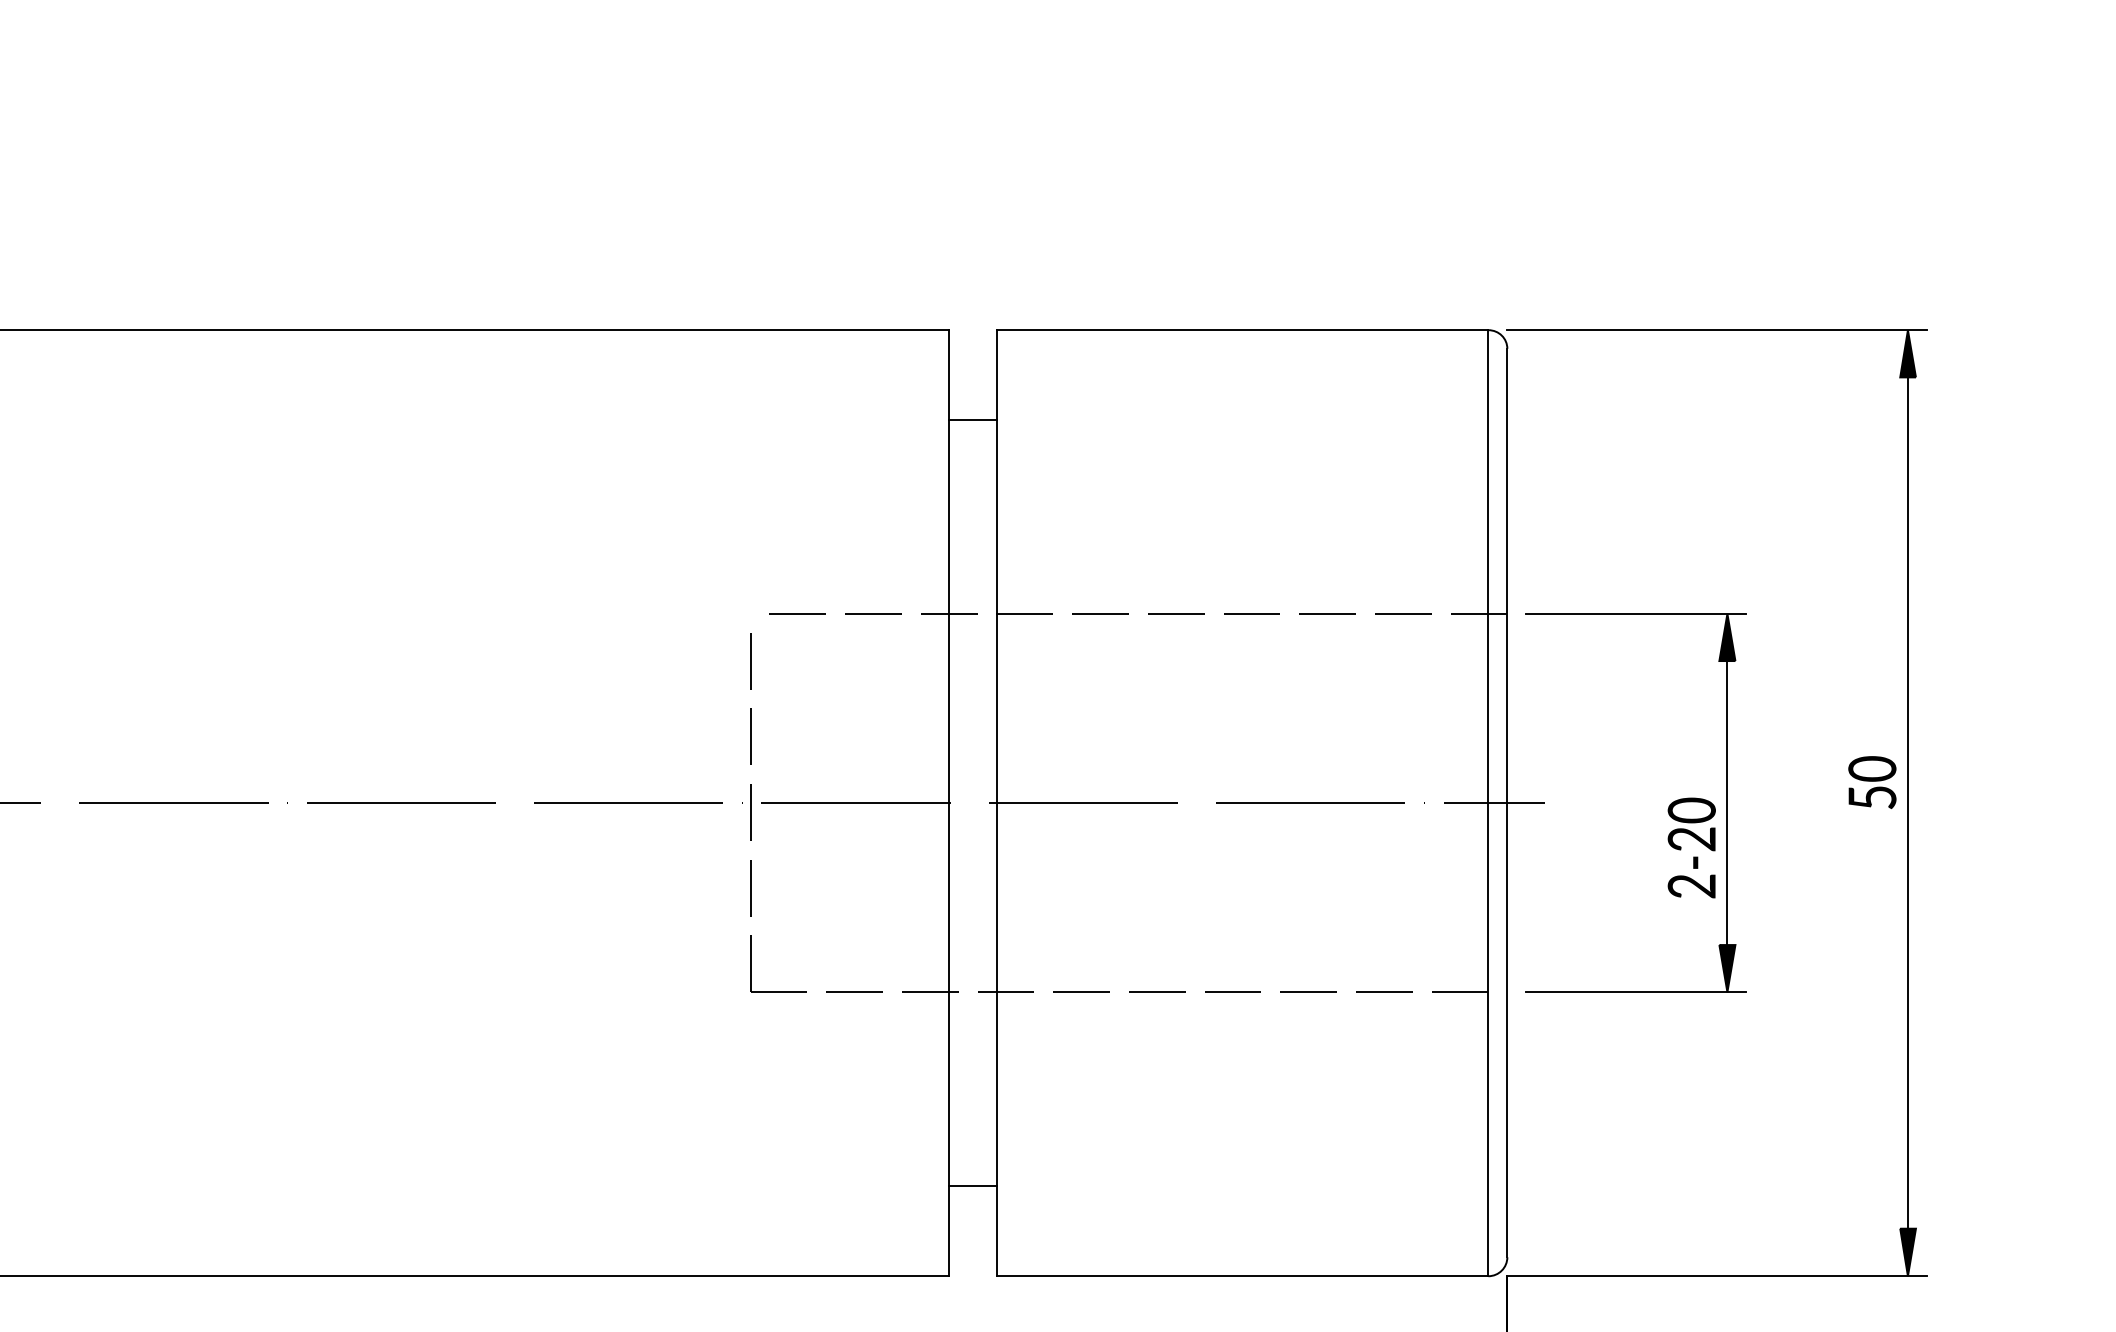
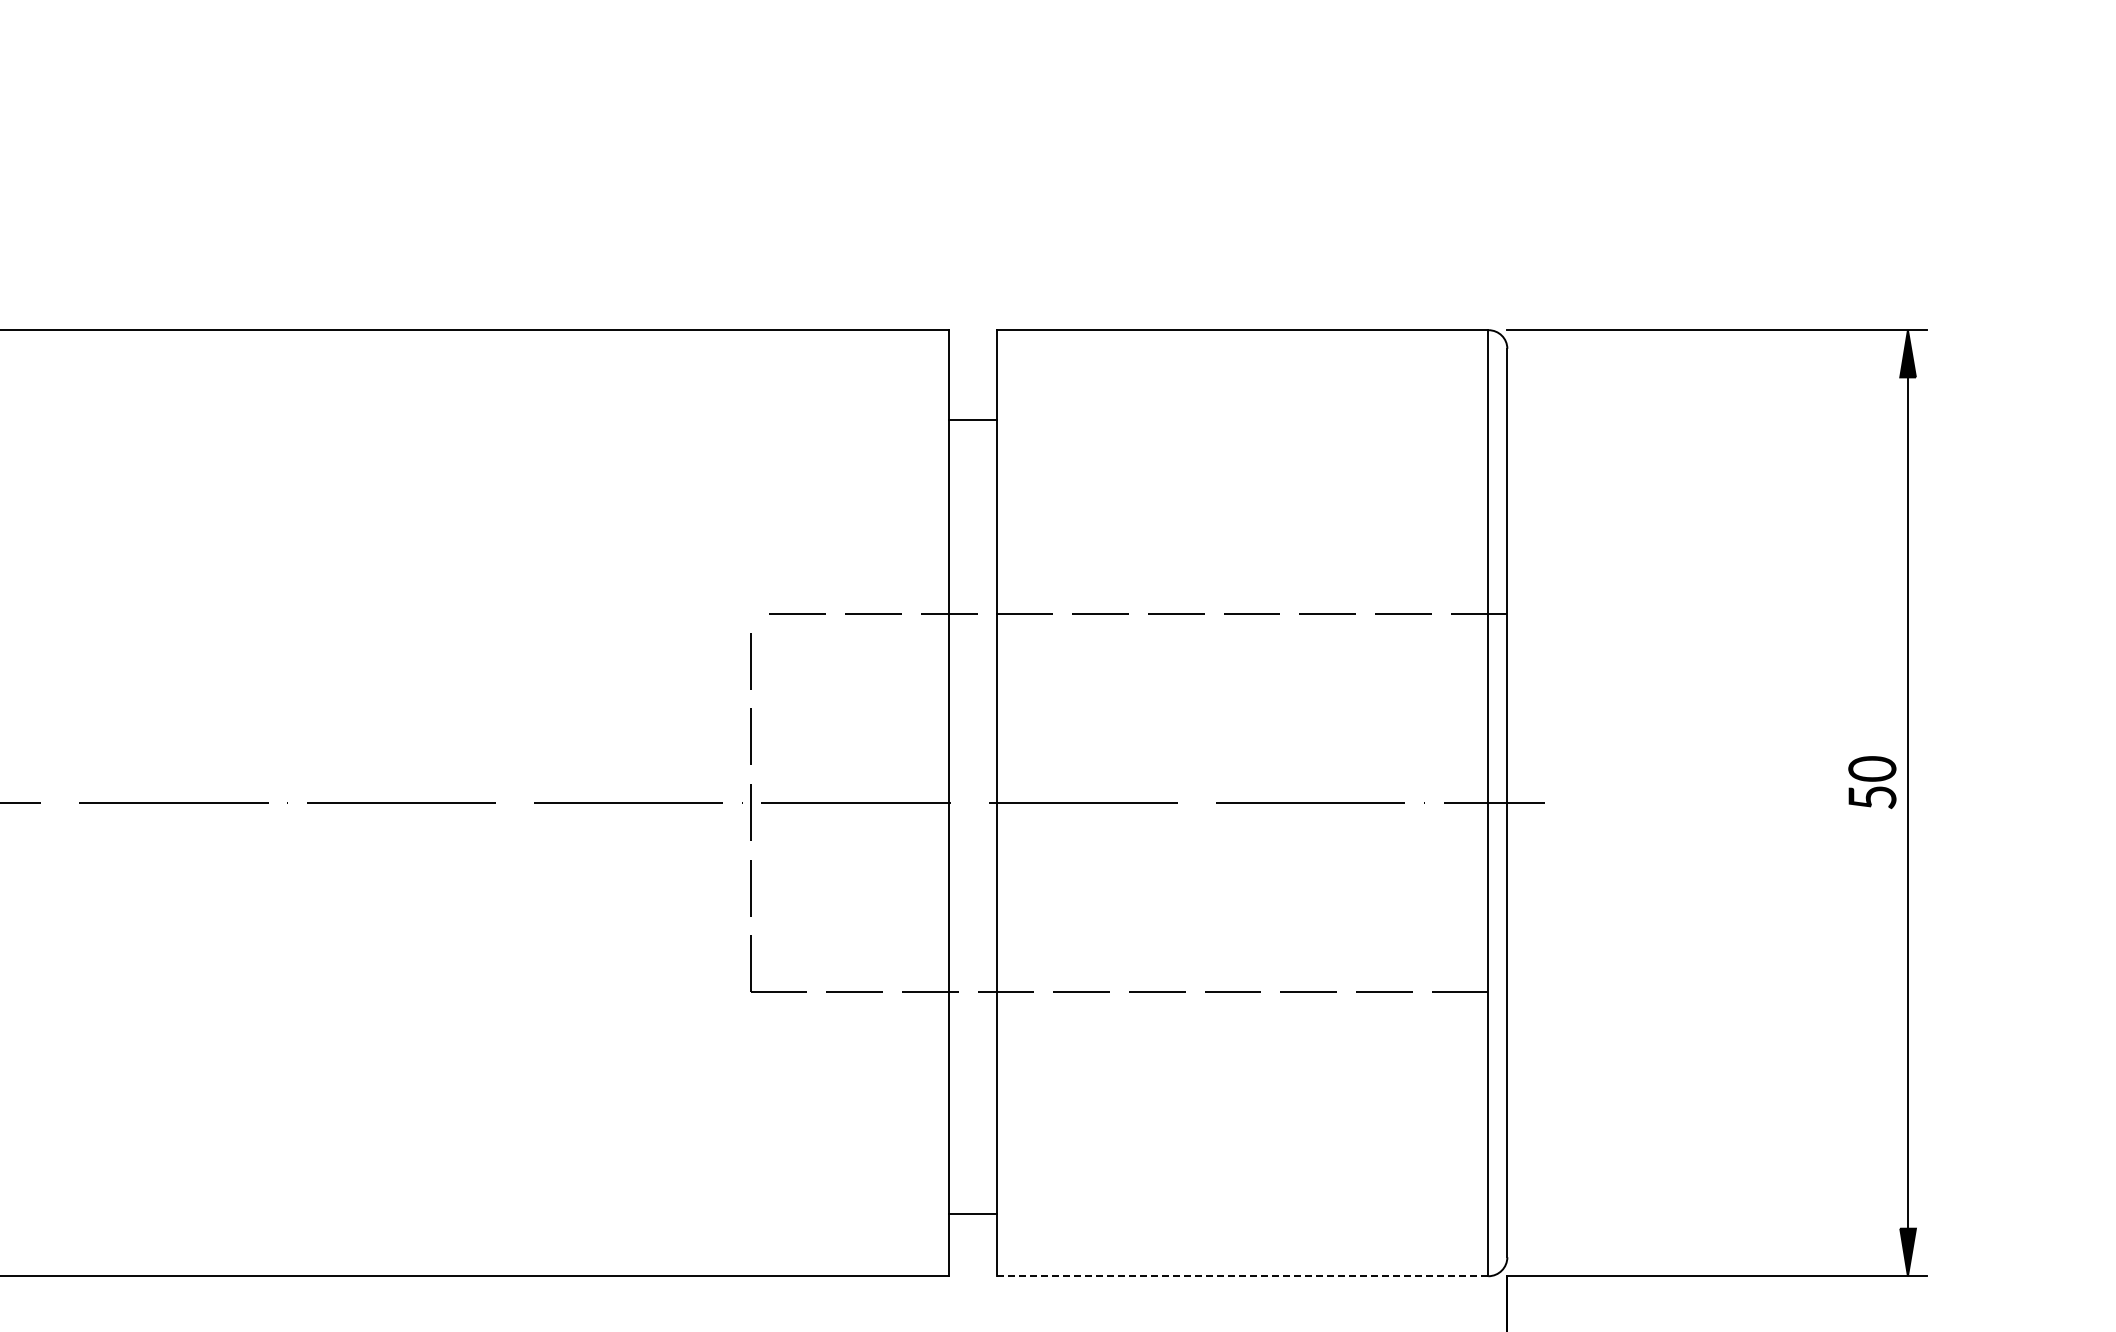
part at (1667, 809): present -> none
line at (972, 1186) position: (972, 1186) -> (972, 1214)
line at (1242, 1276): solid -> dashed
